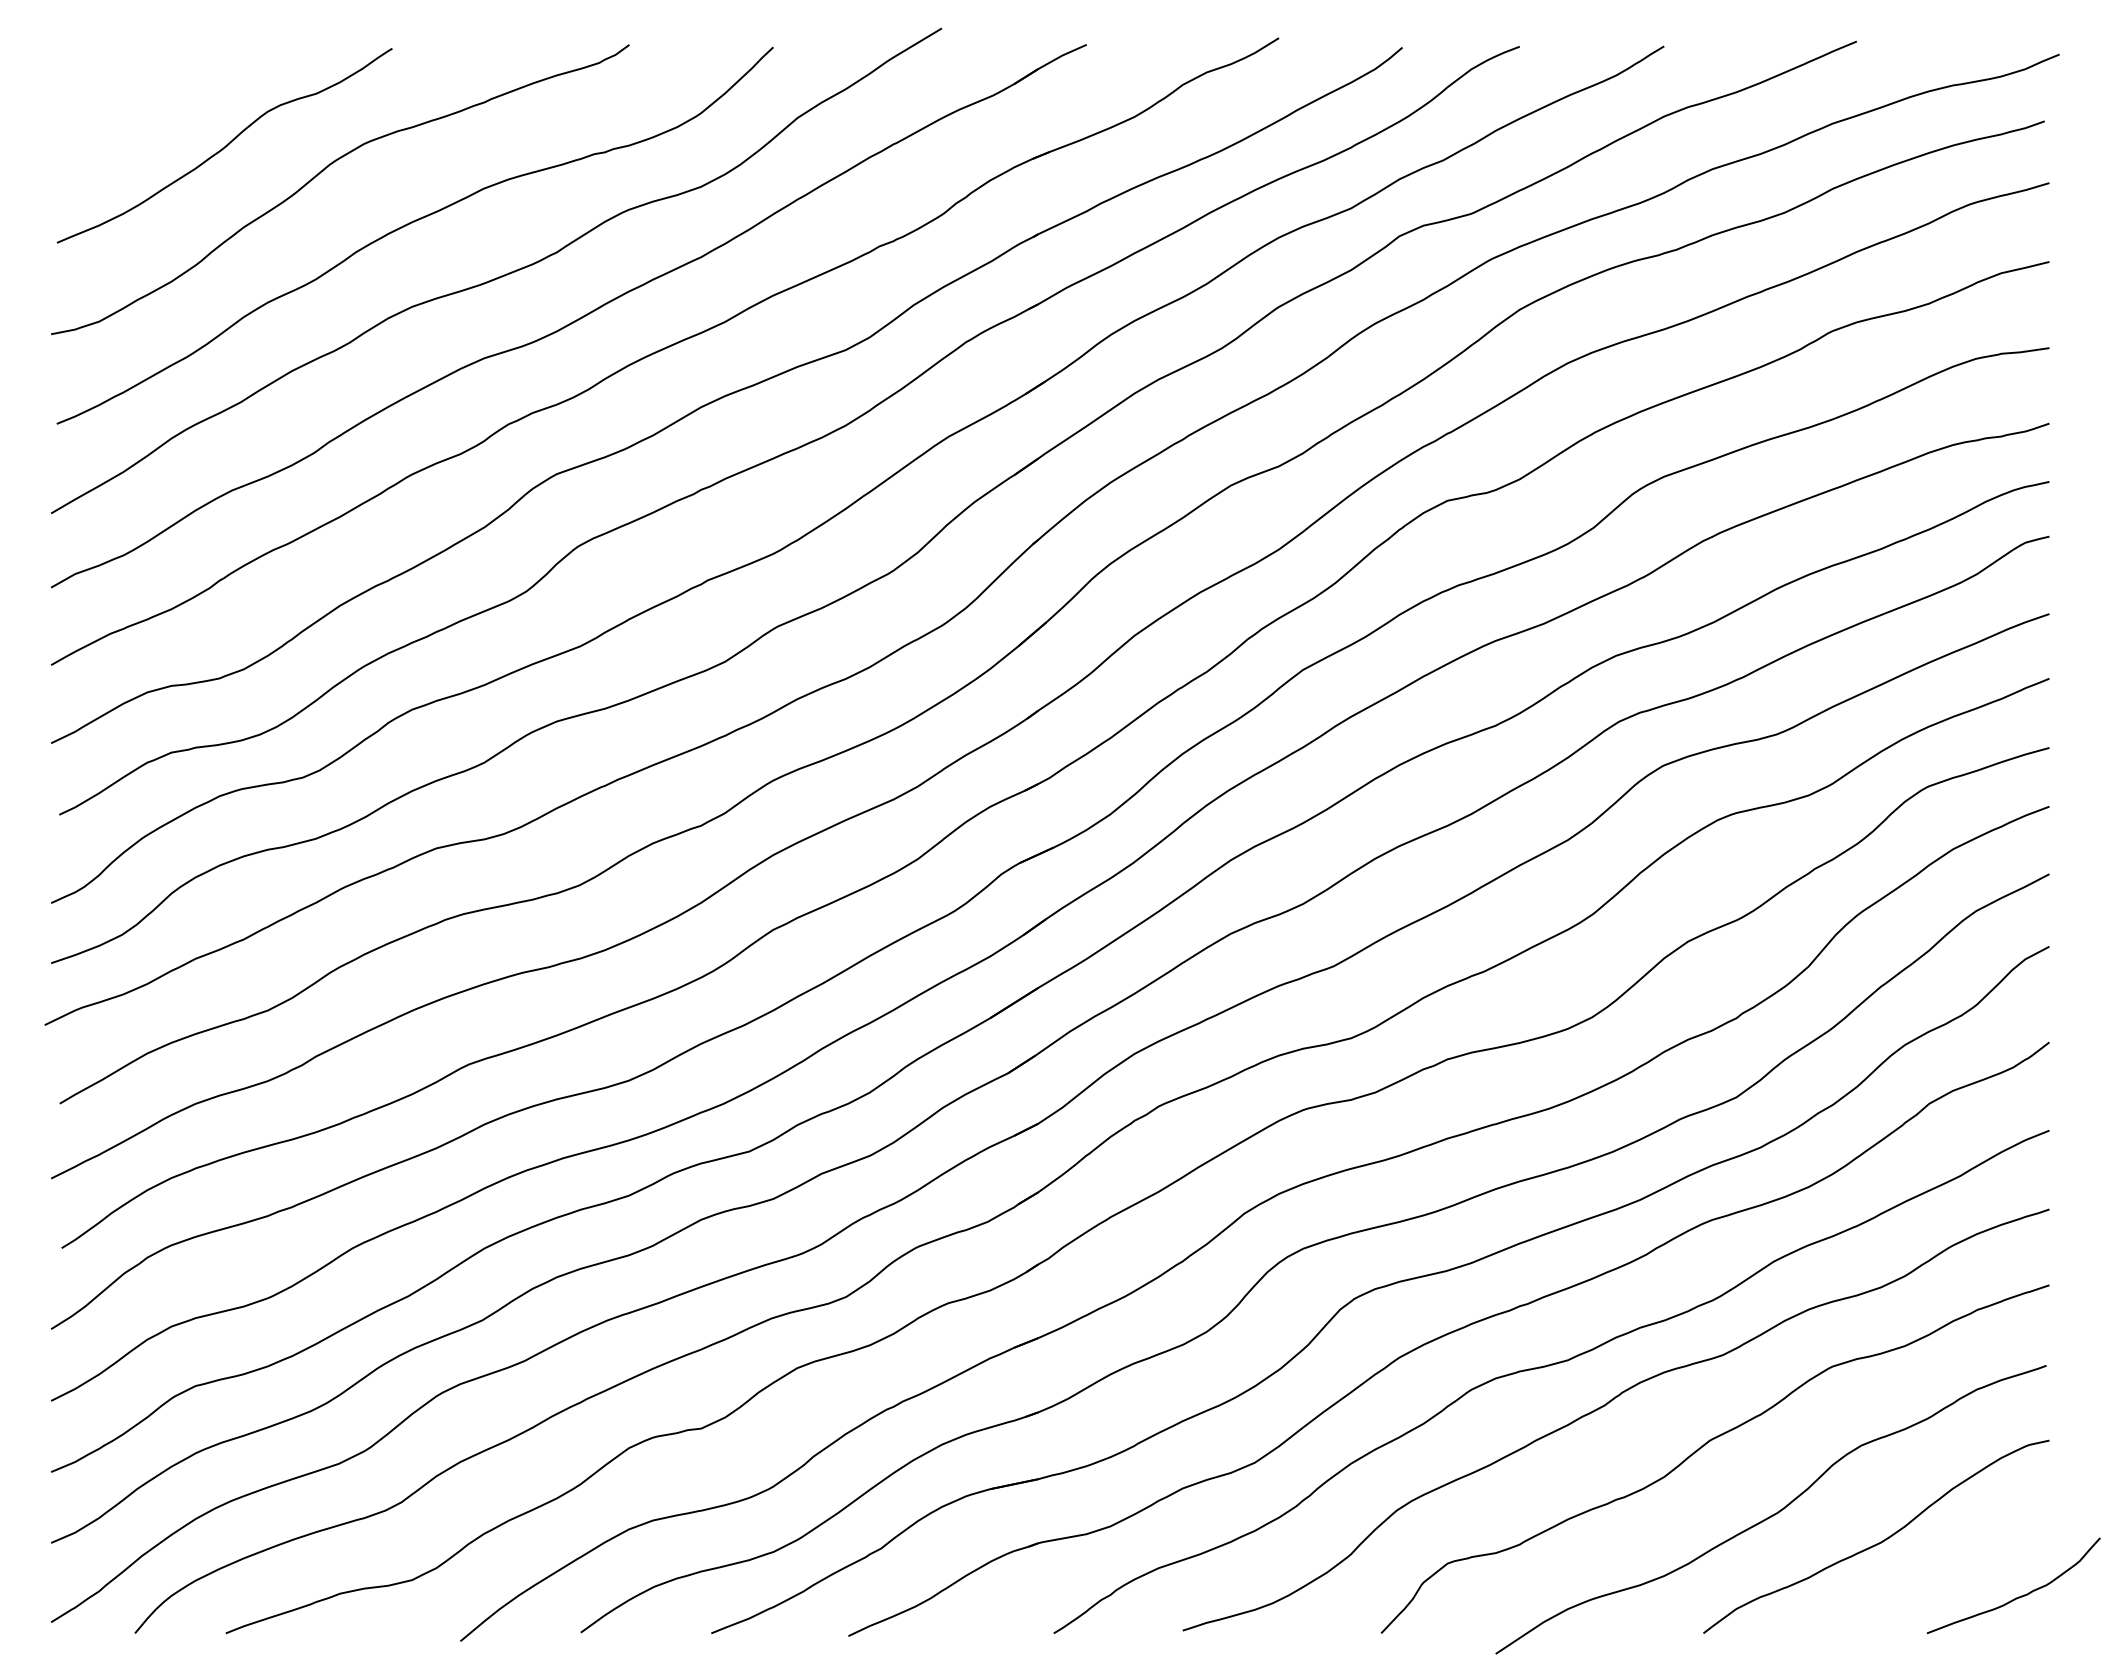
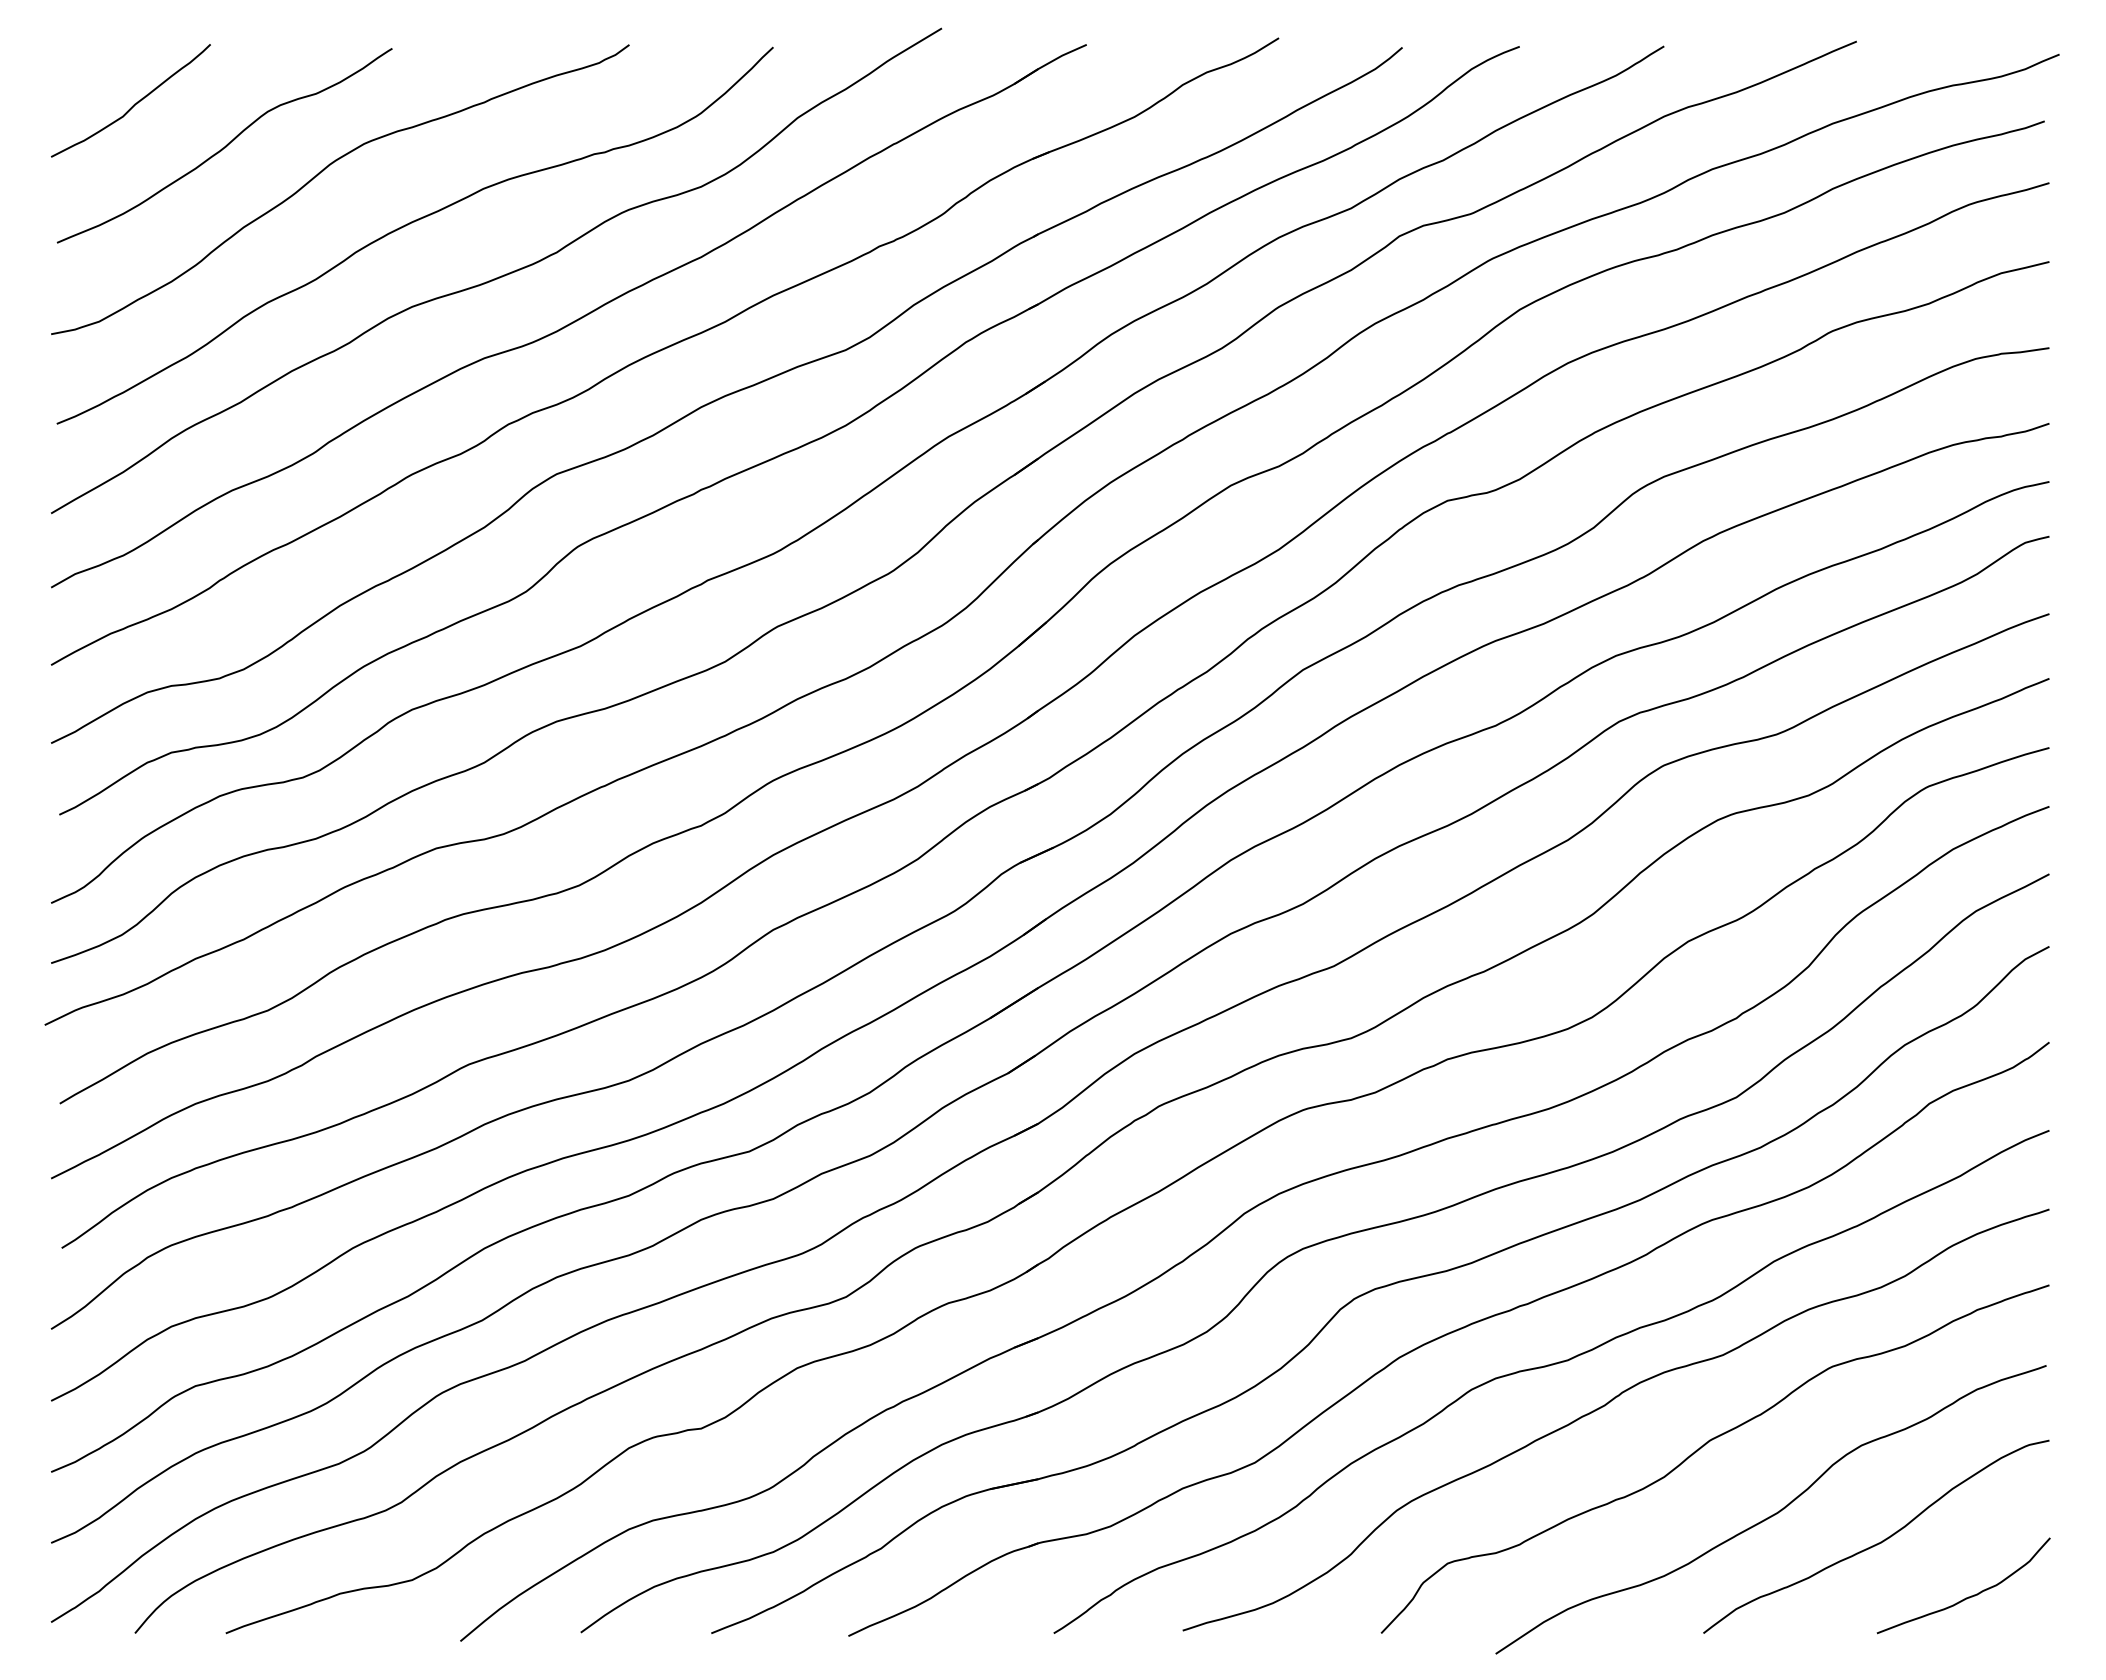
curve at (134, 103): none -> present
curve at (2018, 1596) position: (2018, 1596) -> (1968, 1596)
